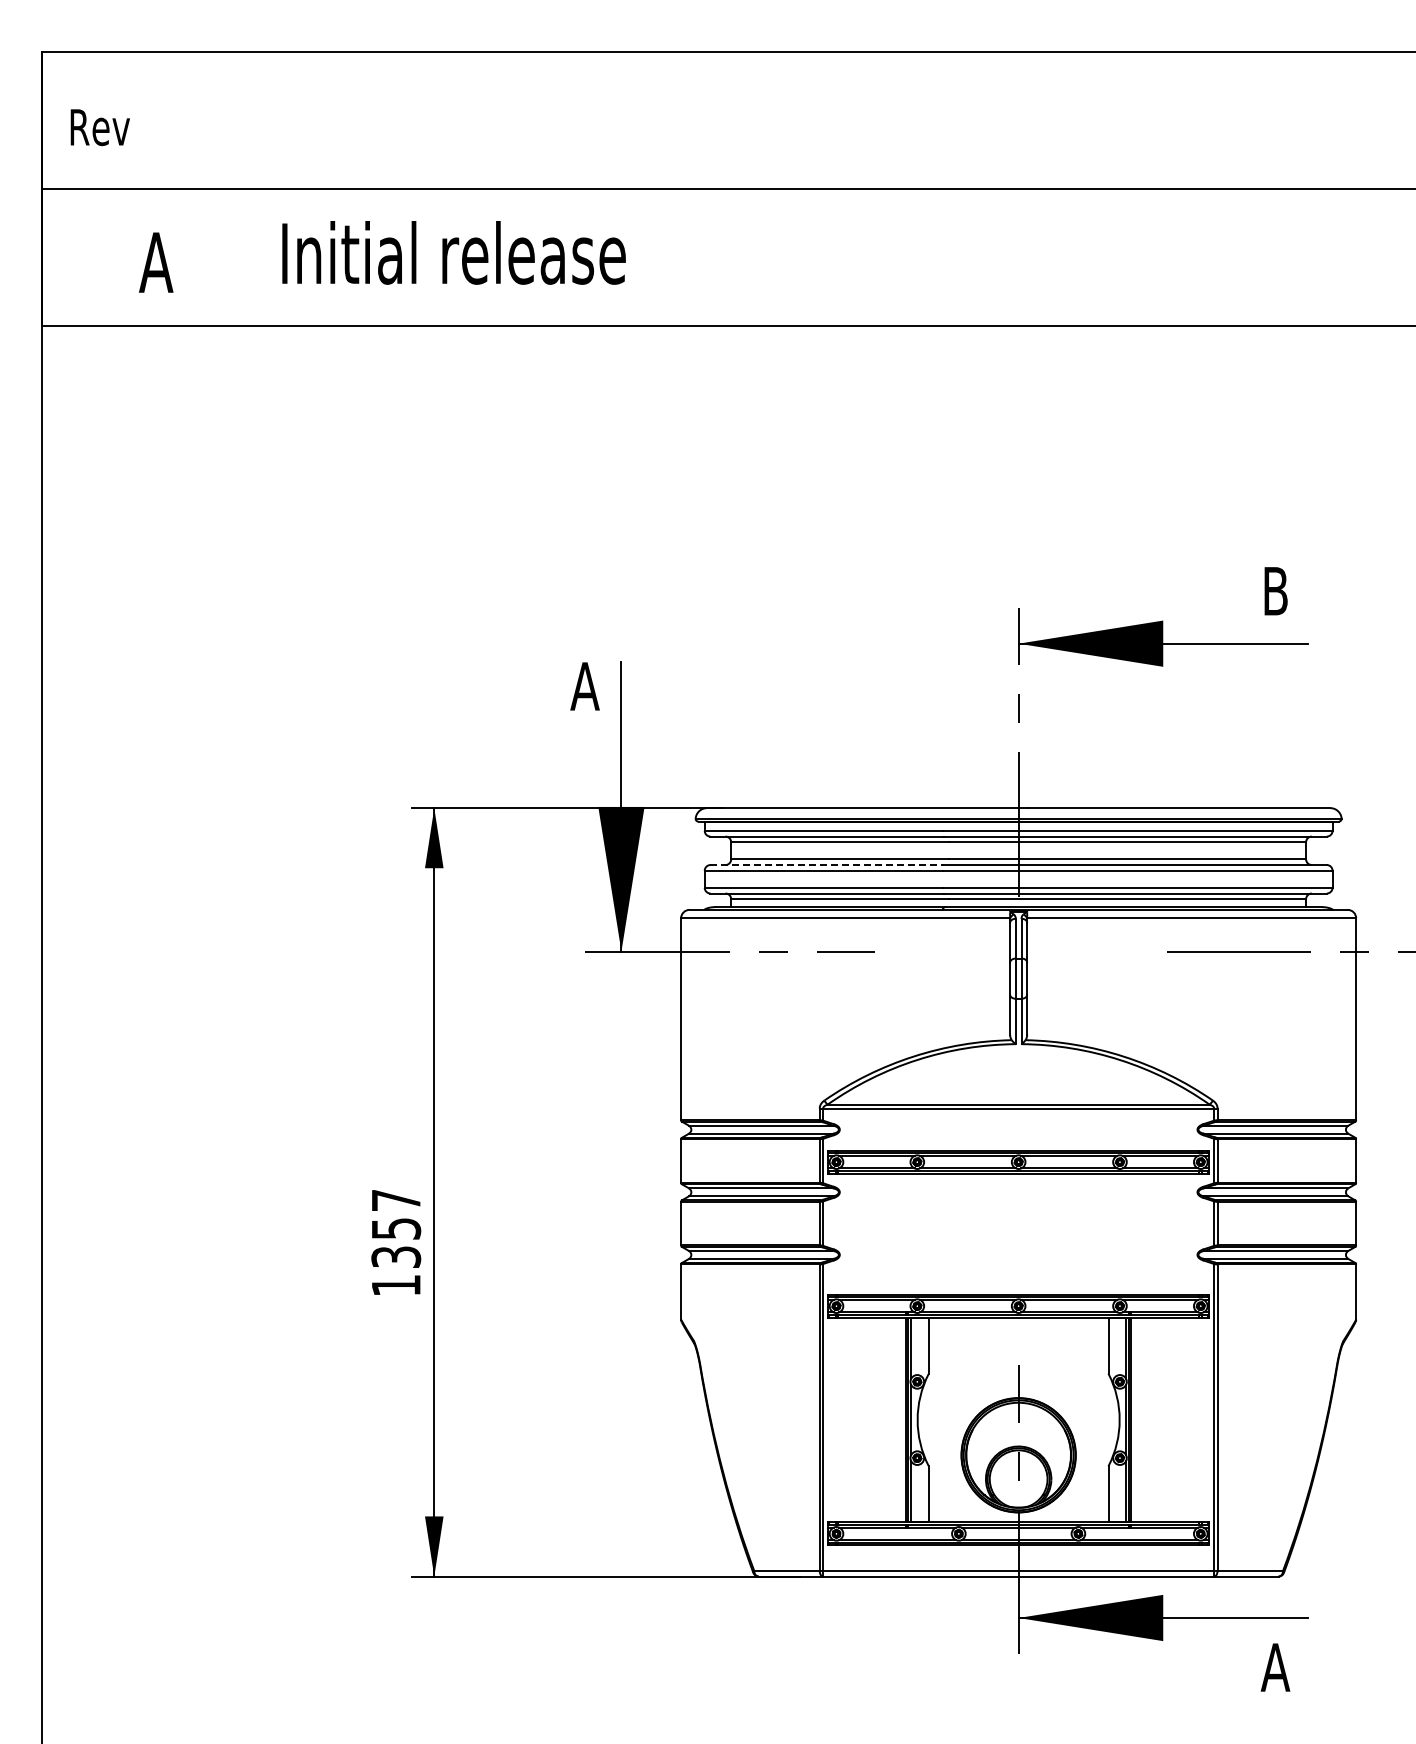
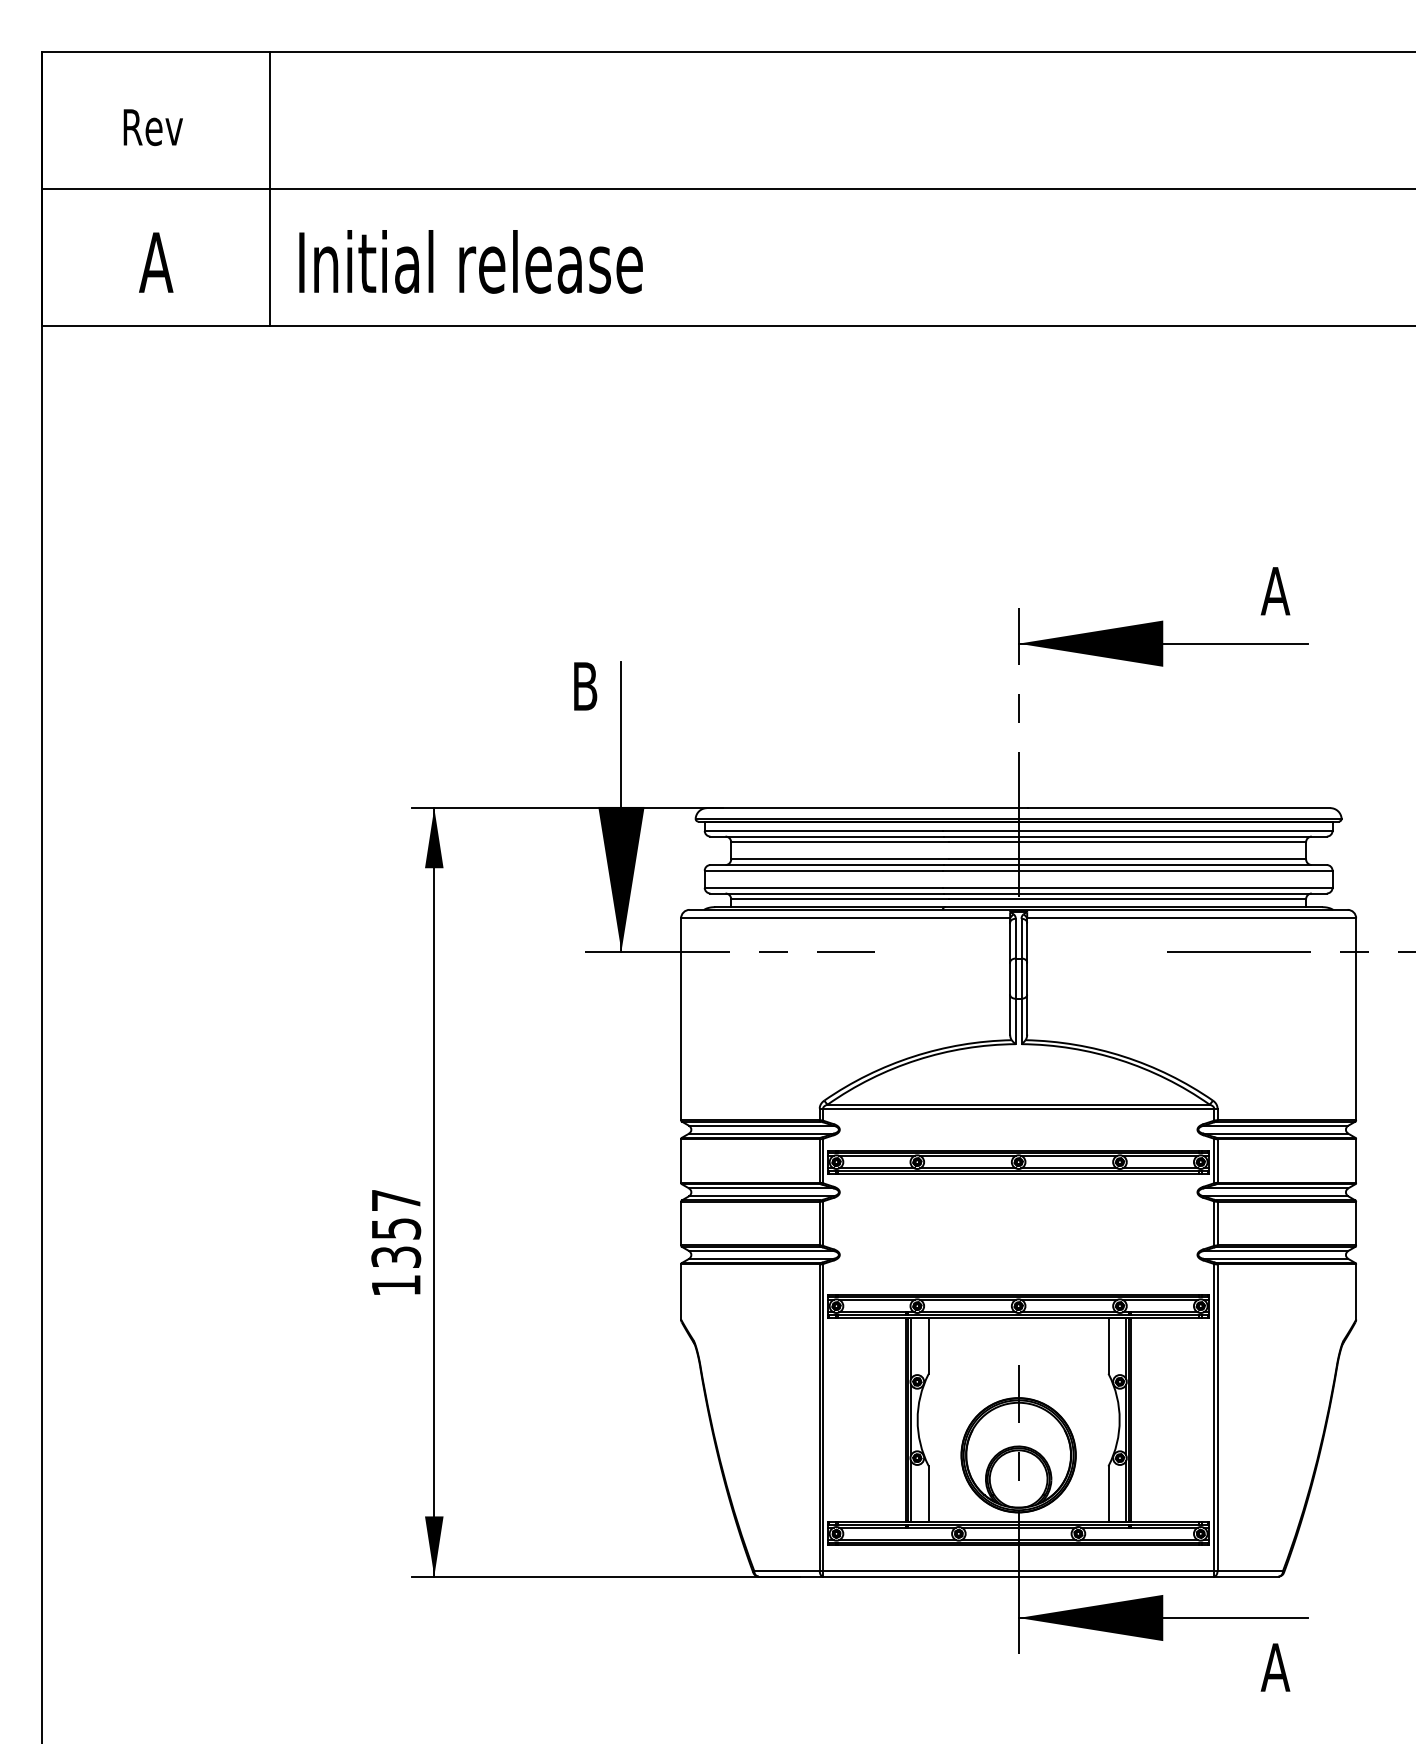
text at (99, 127) position: (99, 127) -> (152, 127)
line at (270, 188): none -> present
text at (453, 252) position: (453, 252) -> (470, 261)
text at (1275, 591): B -> A
text at (584, 686): A -> B
line at (827, 865): dashed -> solid
